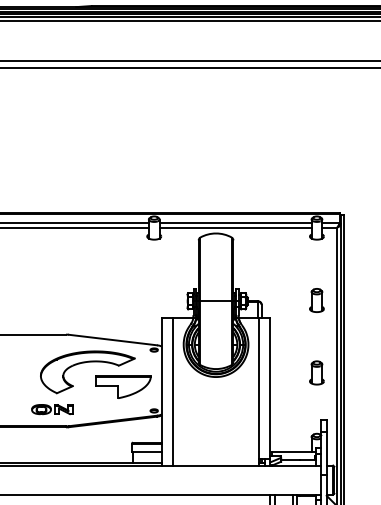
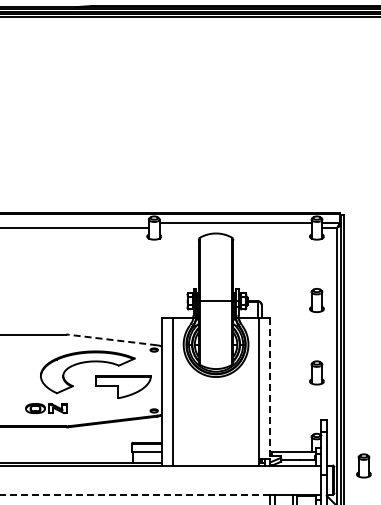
line at (189, 20): present -> none
line at (189, 60): present -> none
line at (189, 67): present -> none
line at (75, 222): present -> none
line at (235, 227): present -> none
line at (112, 339): solid -> dashed
line at (270, 388): solid -> dashed
part at (52, 409) position: (52, 409) -> (46, 408)
part at (363, 465): none -> present
line at (135, 494): solid -> dashed
